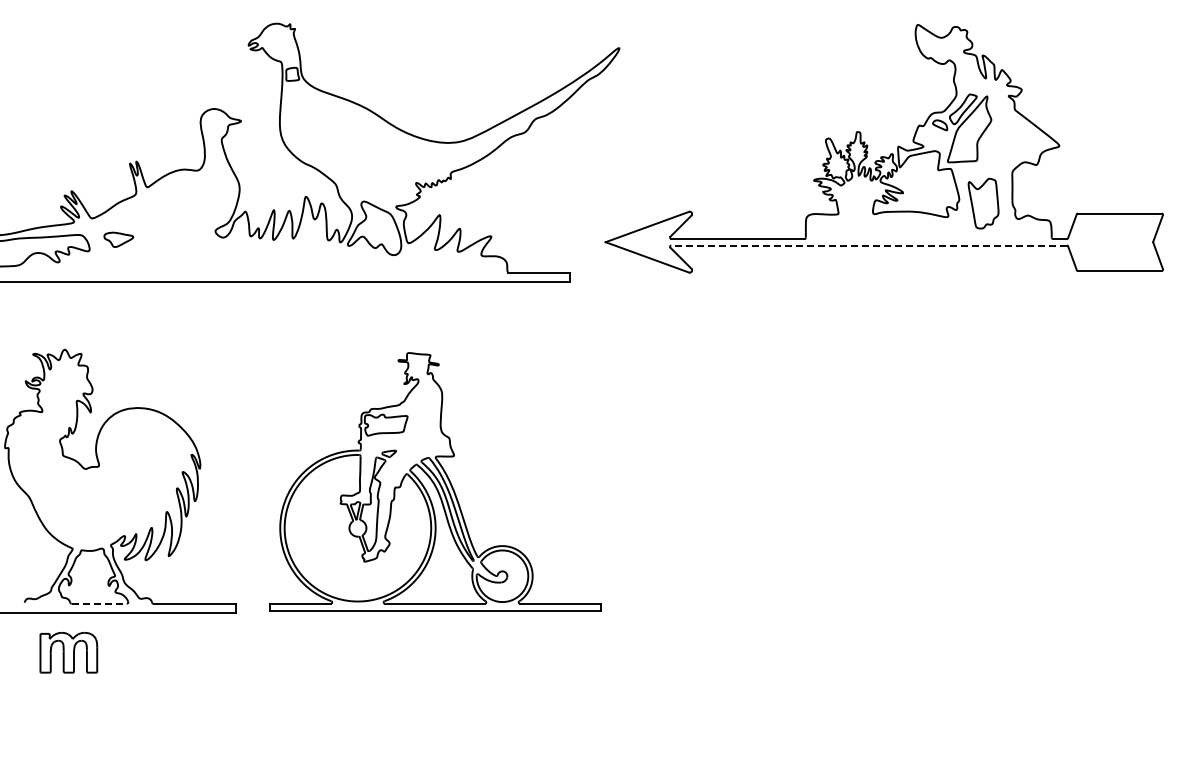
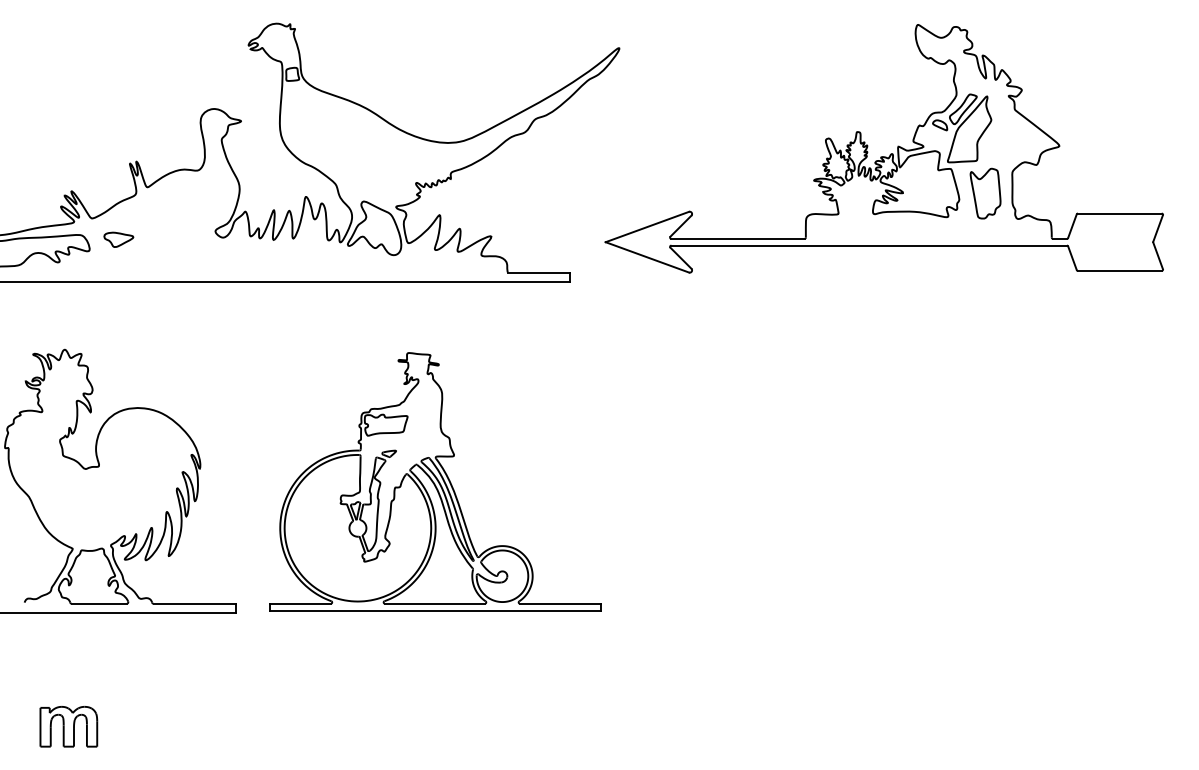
part at (983, 203) position: (983, 203) -> (985, 193)
line at (869, 245): dashed -> solid
line at (99, 603): dashed -> solid
part at (68, 652) position: (68, 652) -> (68, 726)
